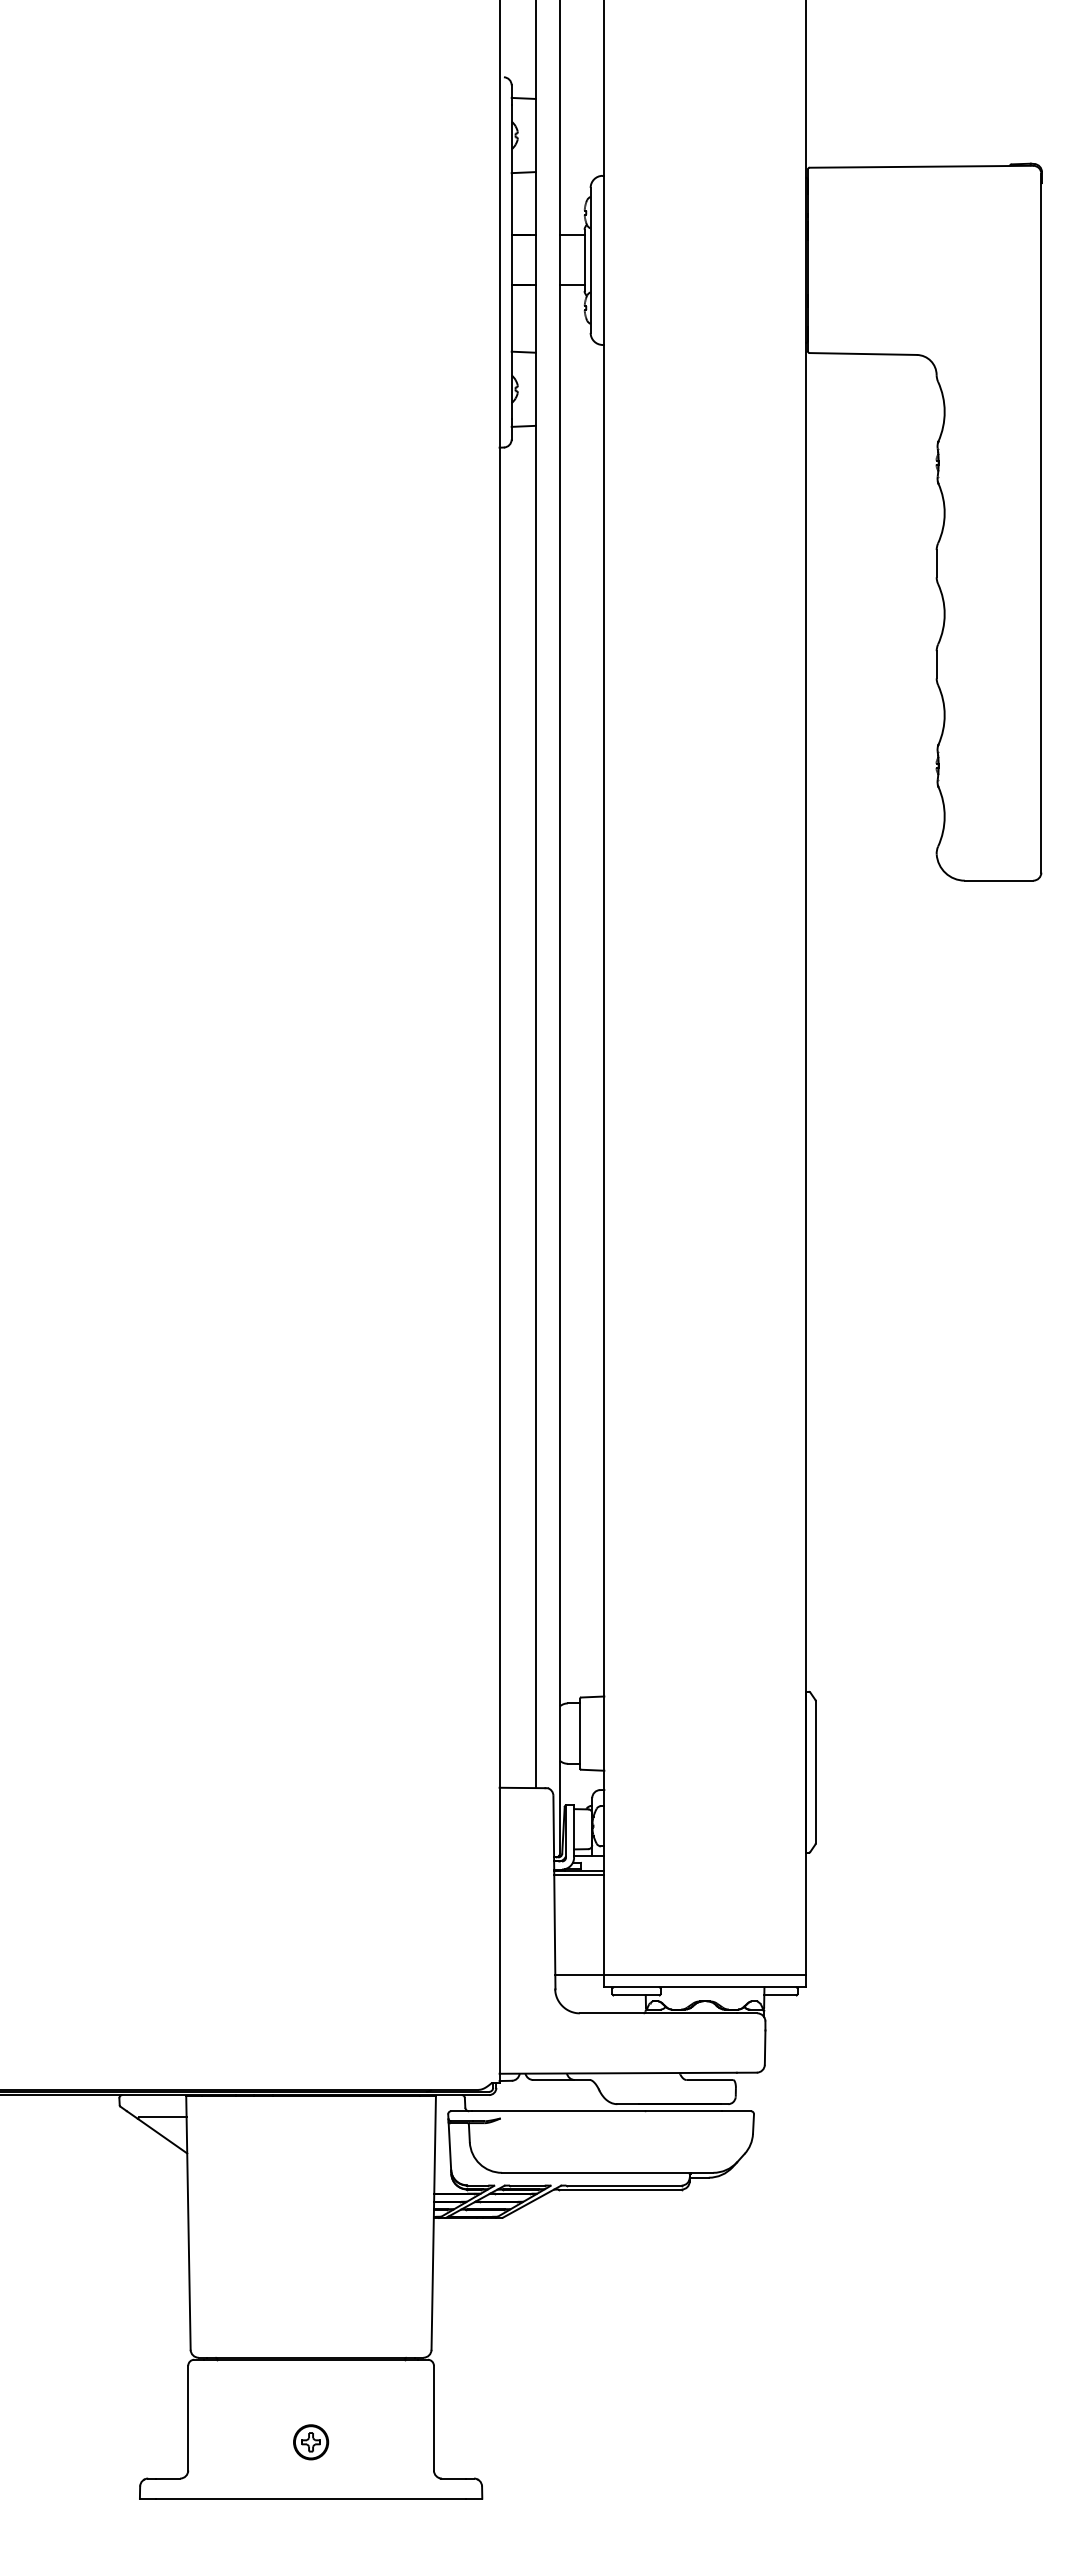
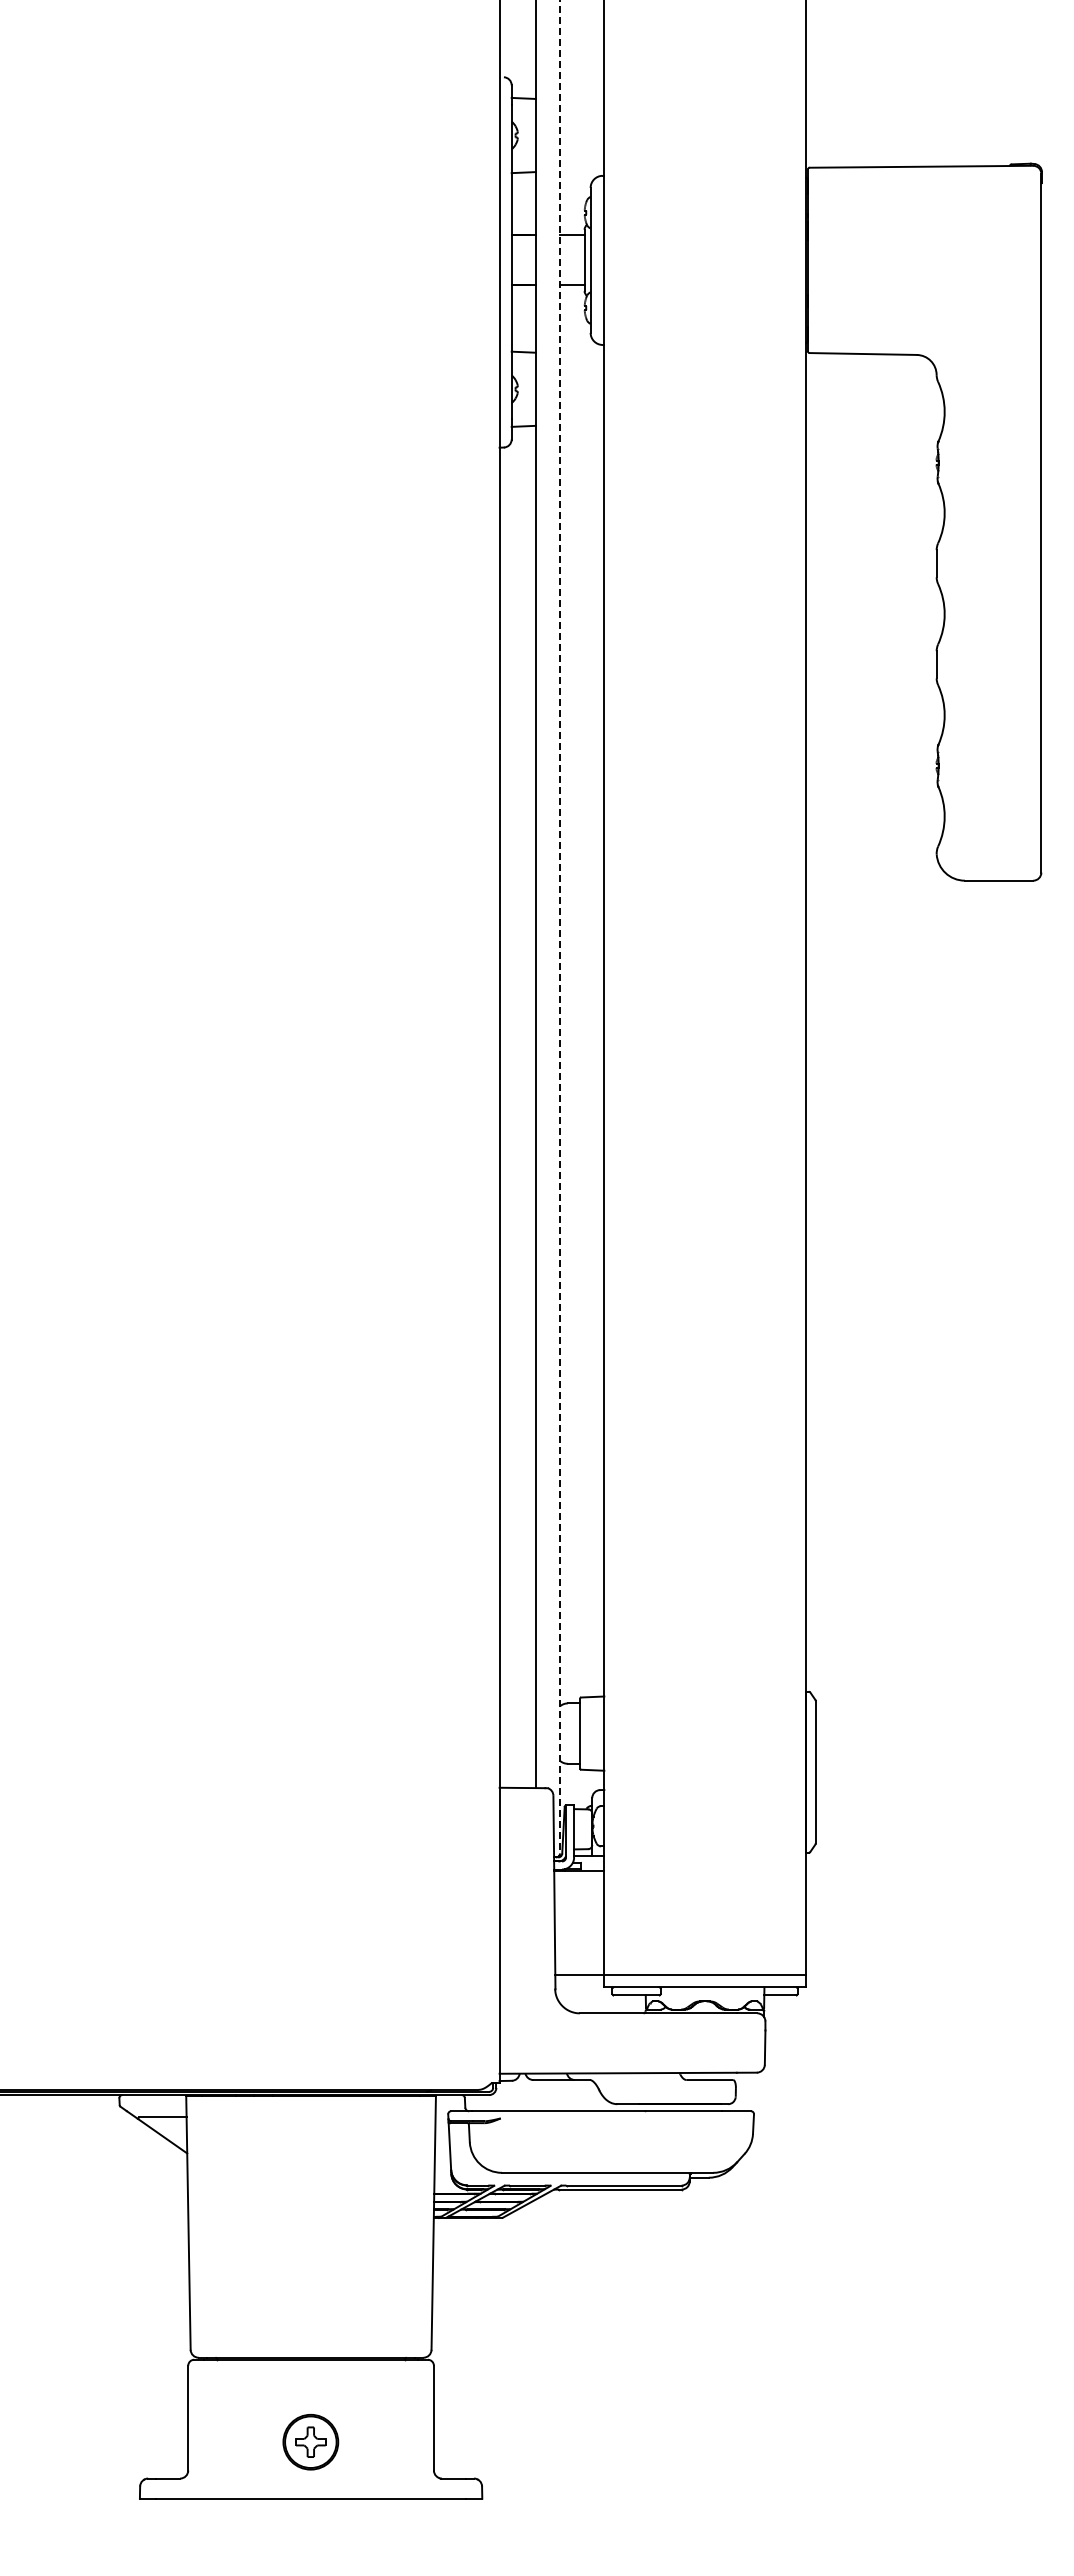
line at (560, 927): solid -> dashed
line at (579, 1874): present -> none
part at (311, 2442) size: 37x37 px -> 58x57 px
